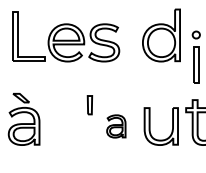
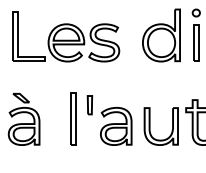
part at (195, 56) position: (195, 56) -> (195, 34)
part at (73, 118): none -> present
part at (116, 126) size: 21x25 px -> 33x39 px
